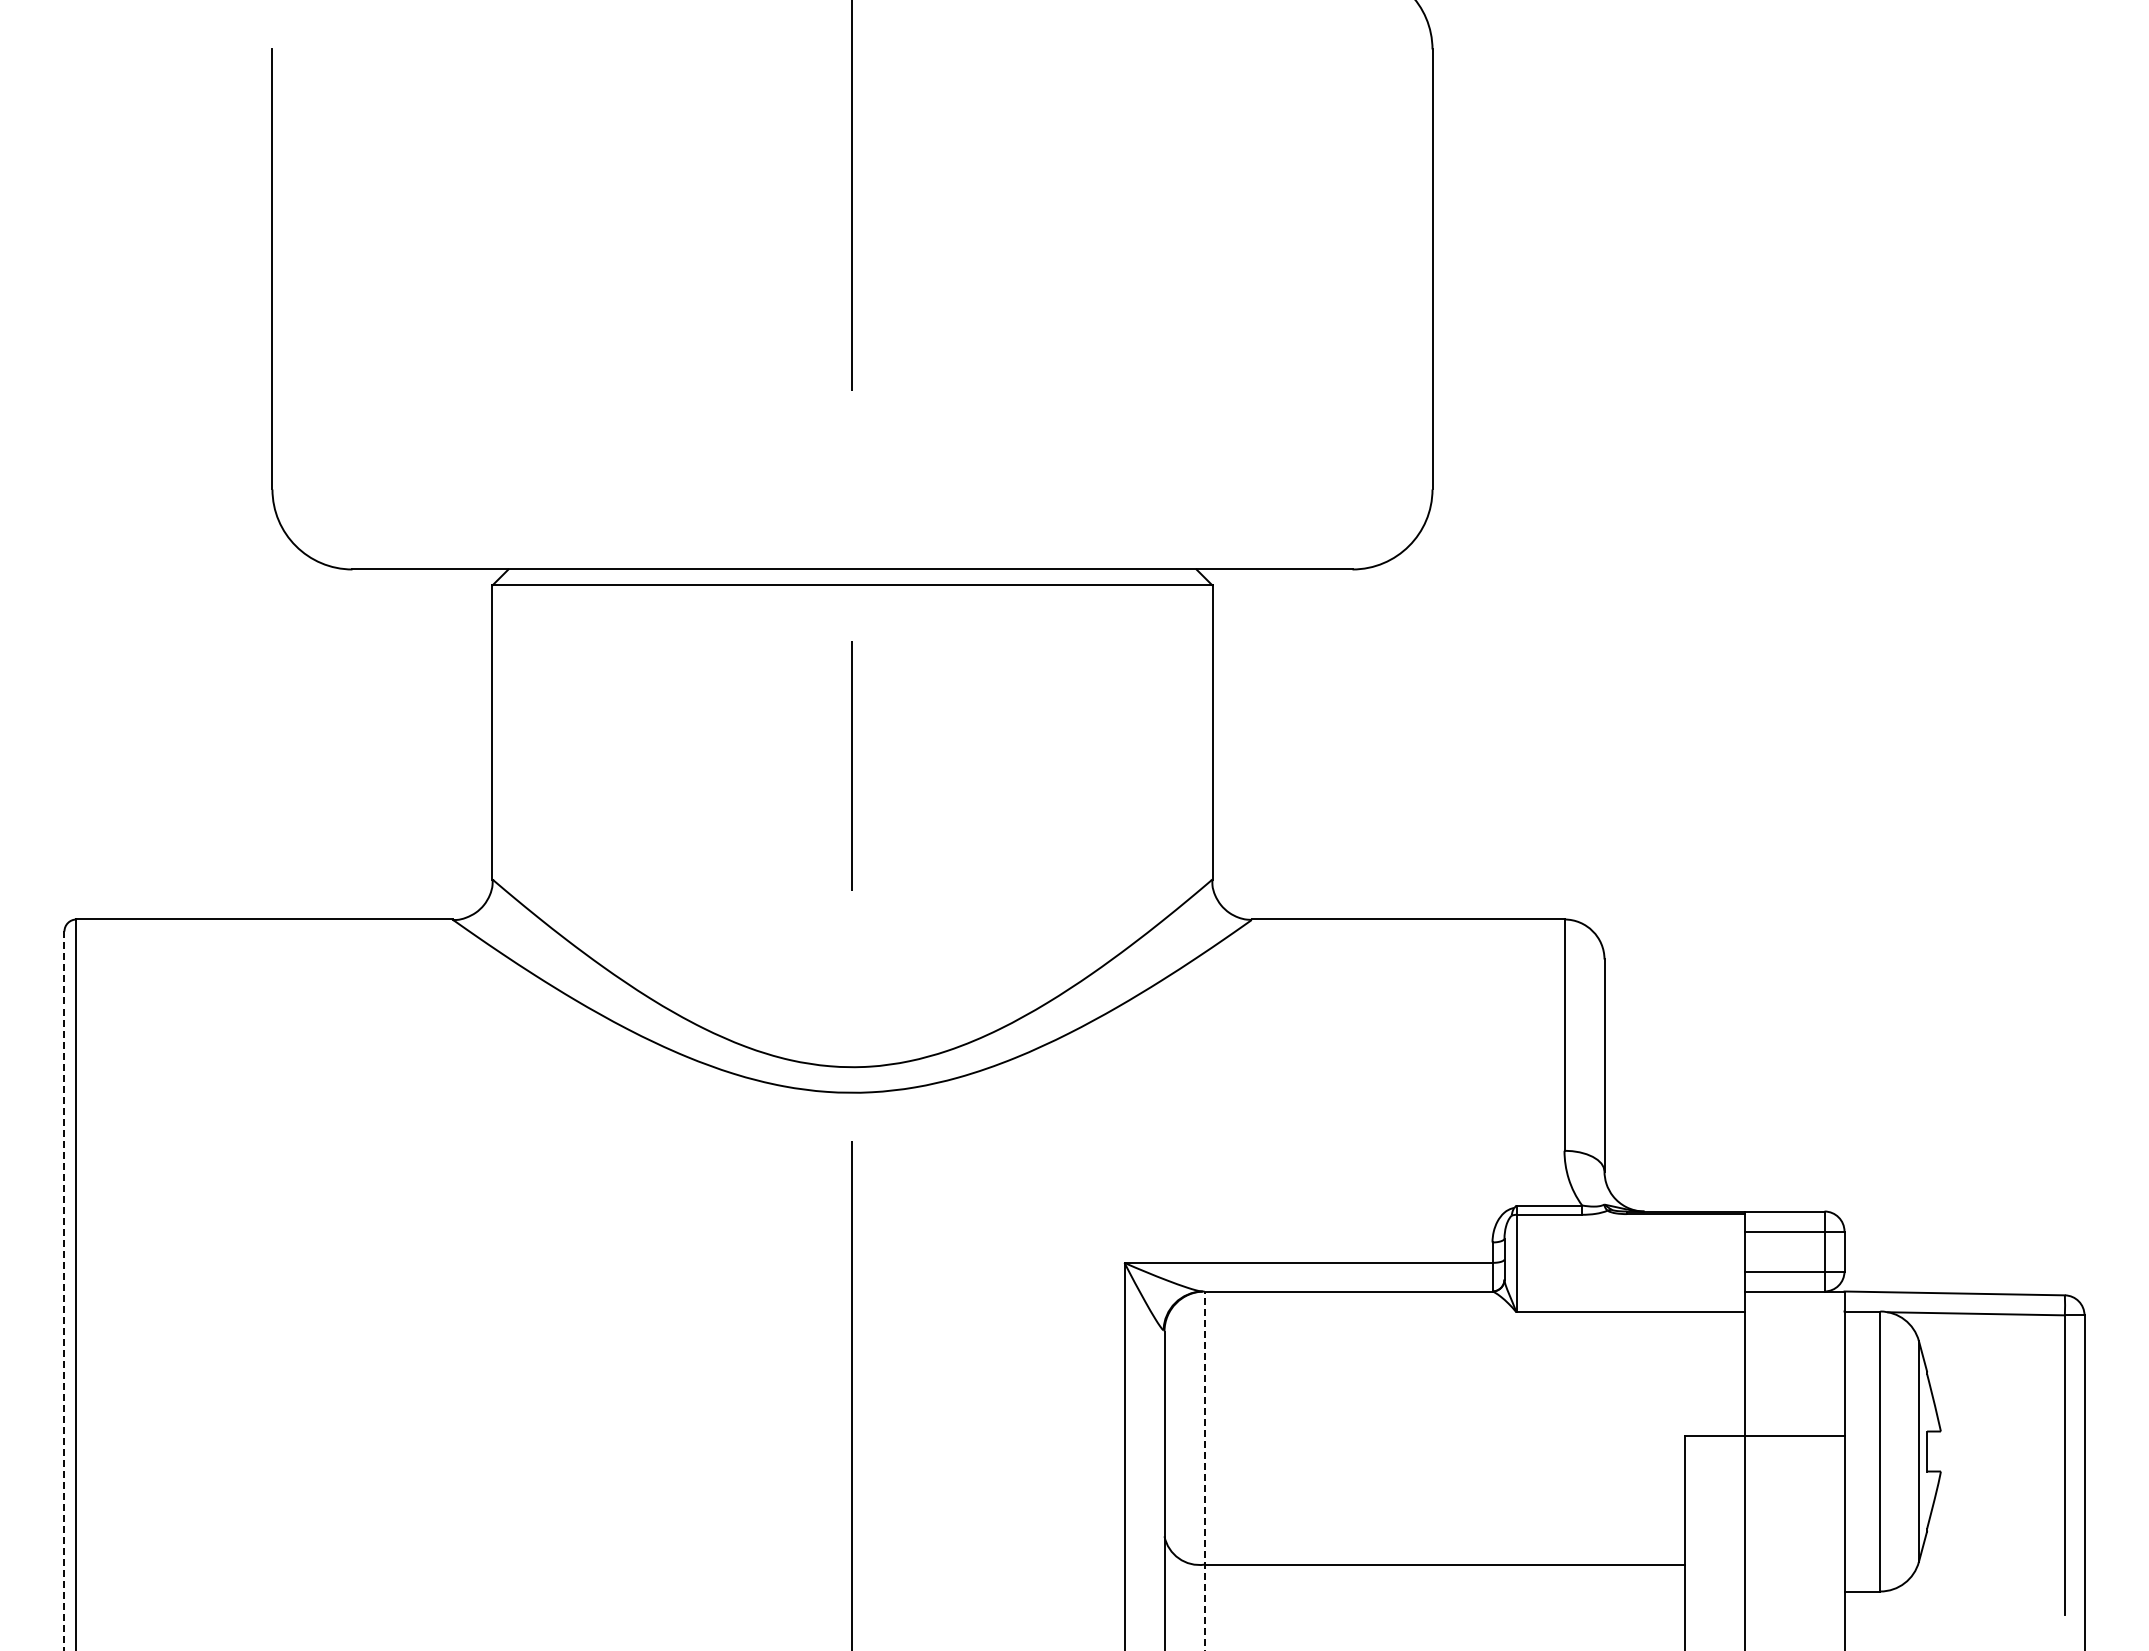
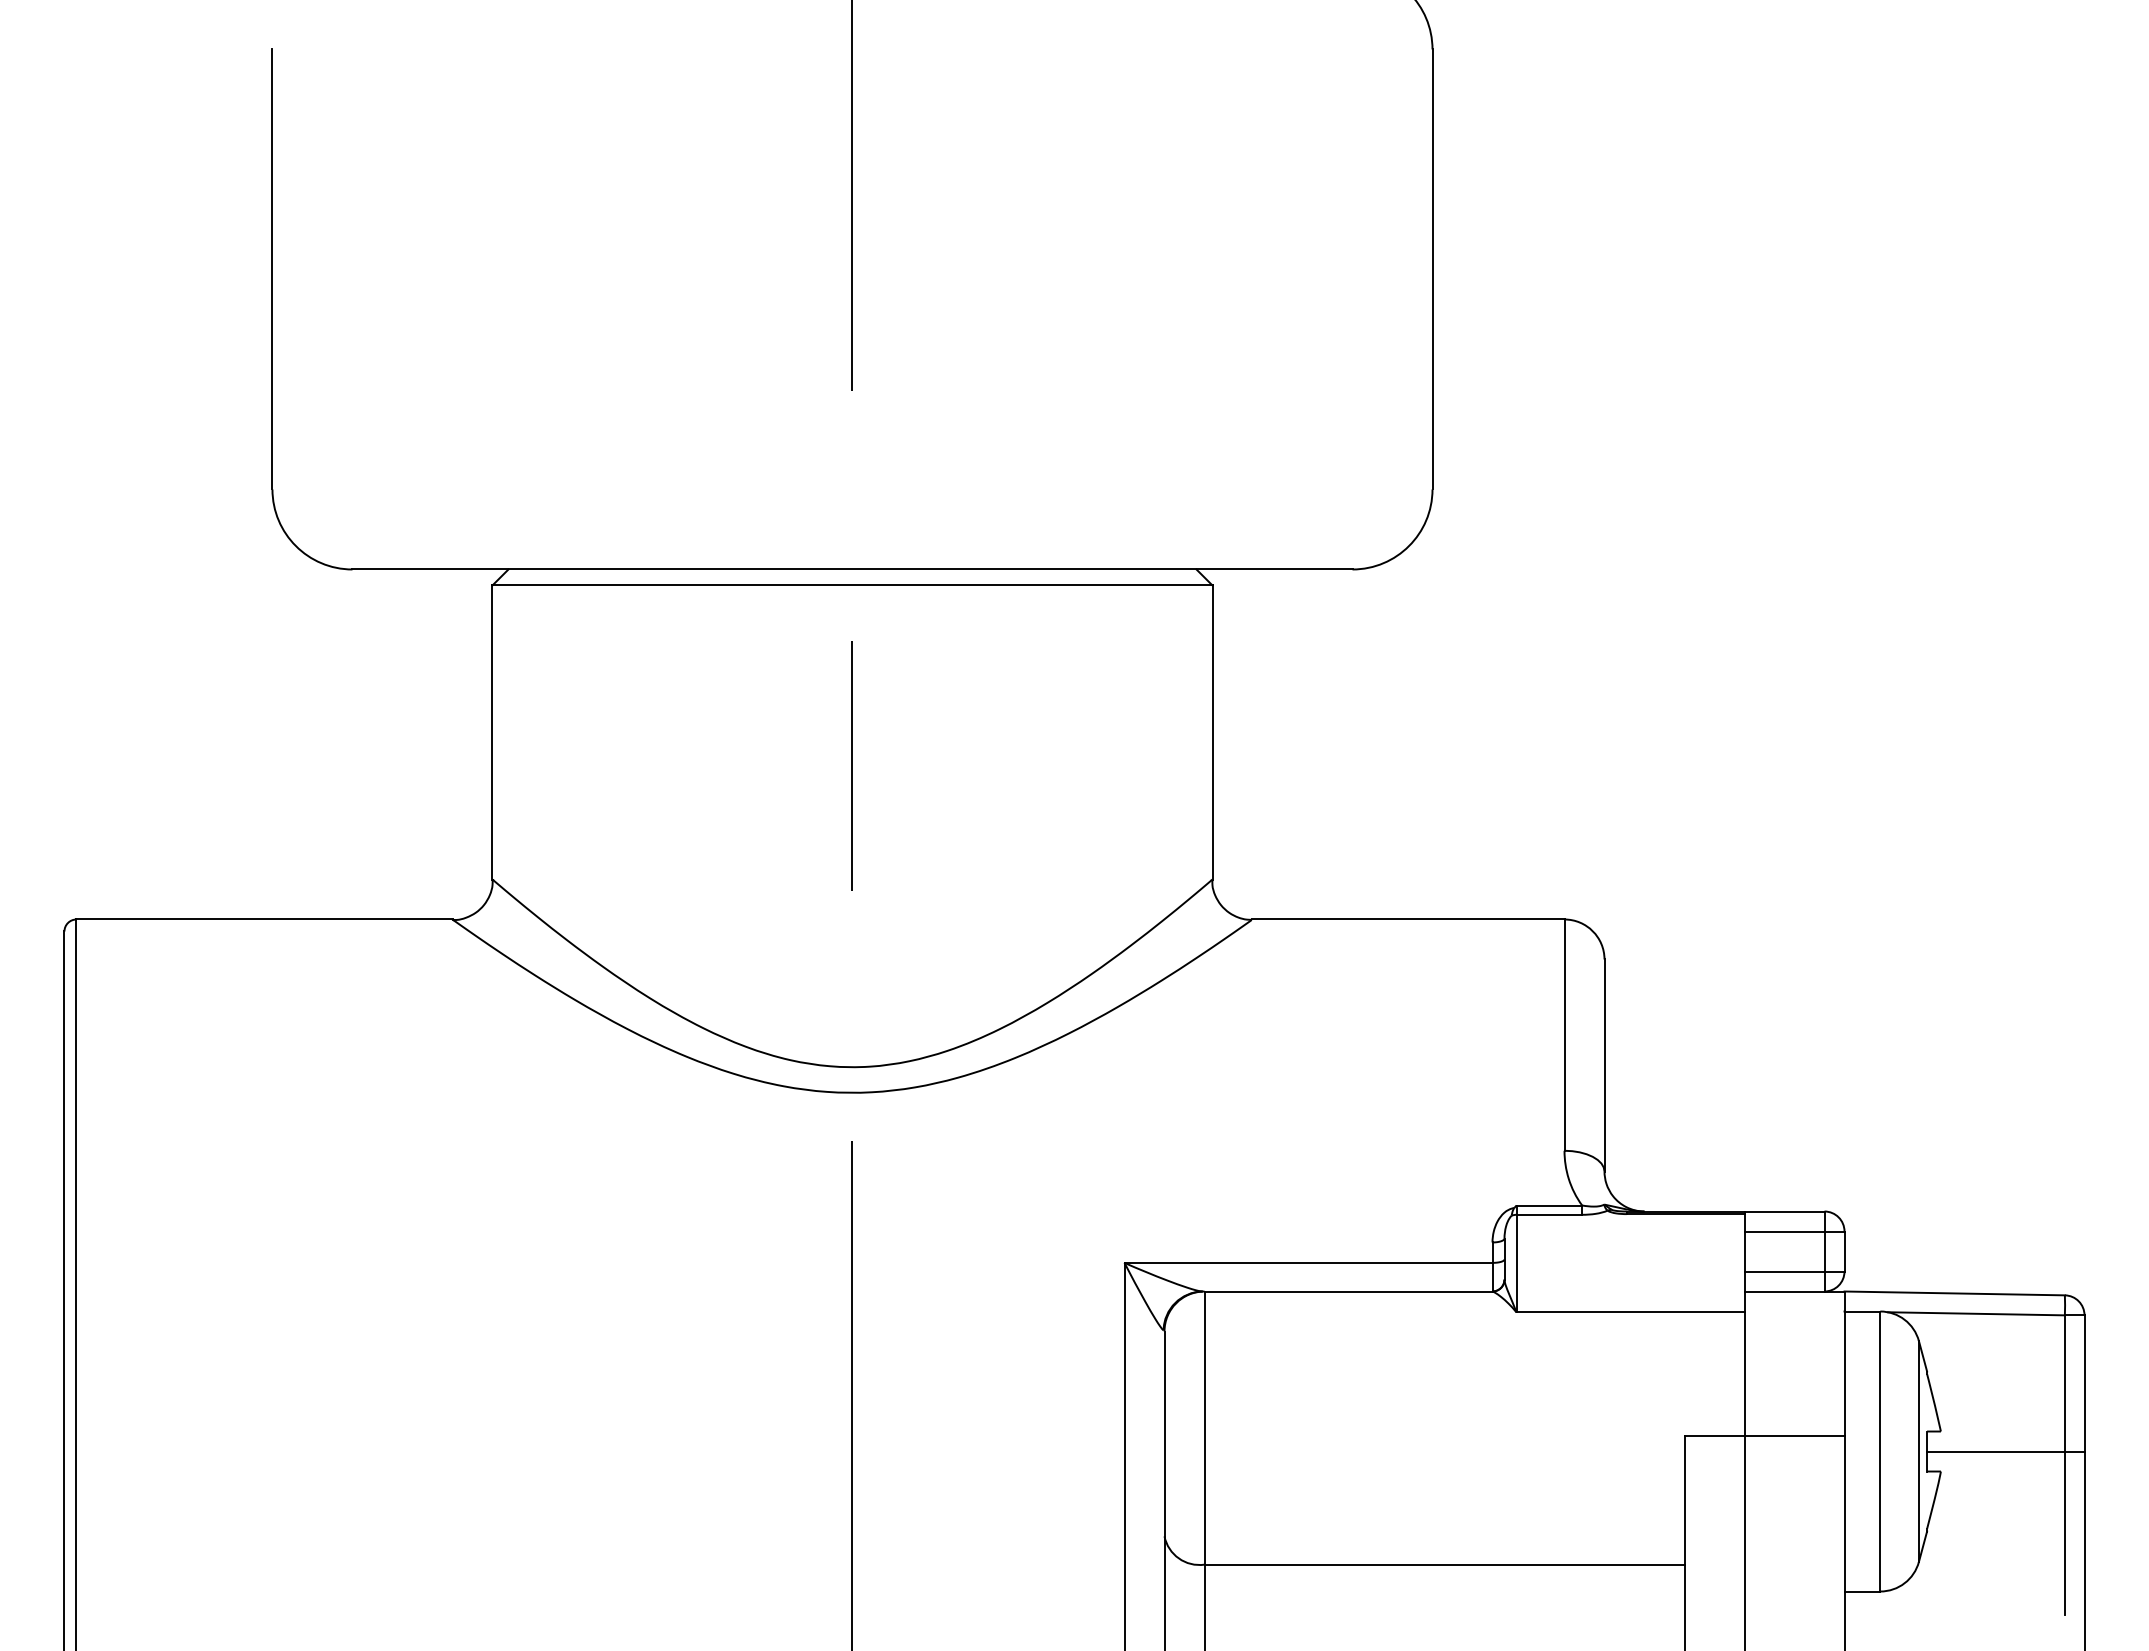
line at (64, 1291): dashed -> solid
line at (2005, 1451): none -> present
line at (1204, 1470): dashed -> solid
